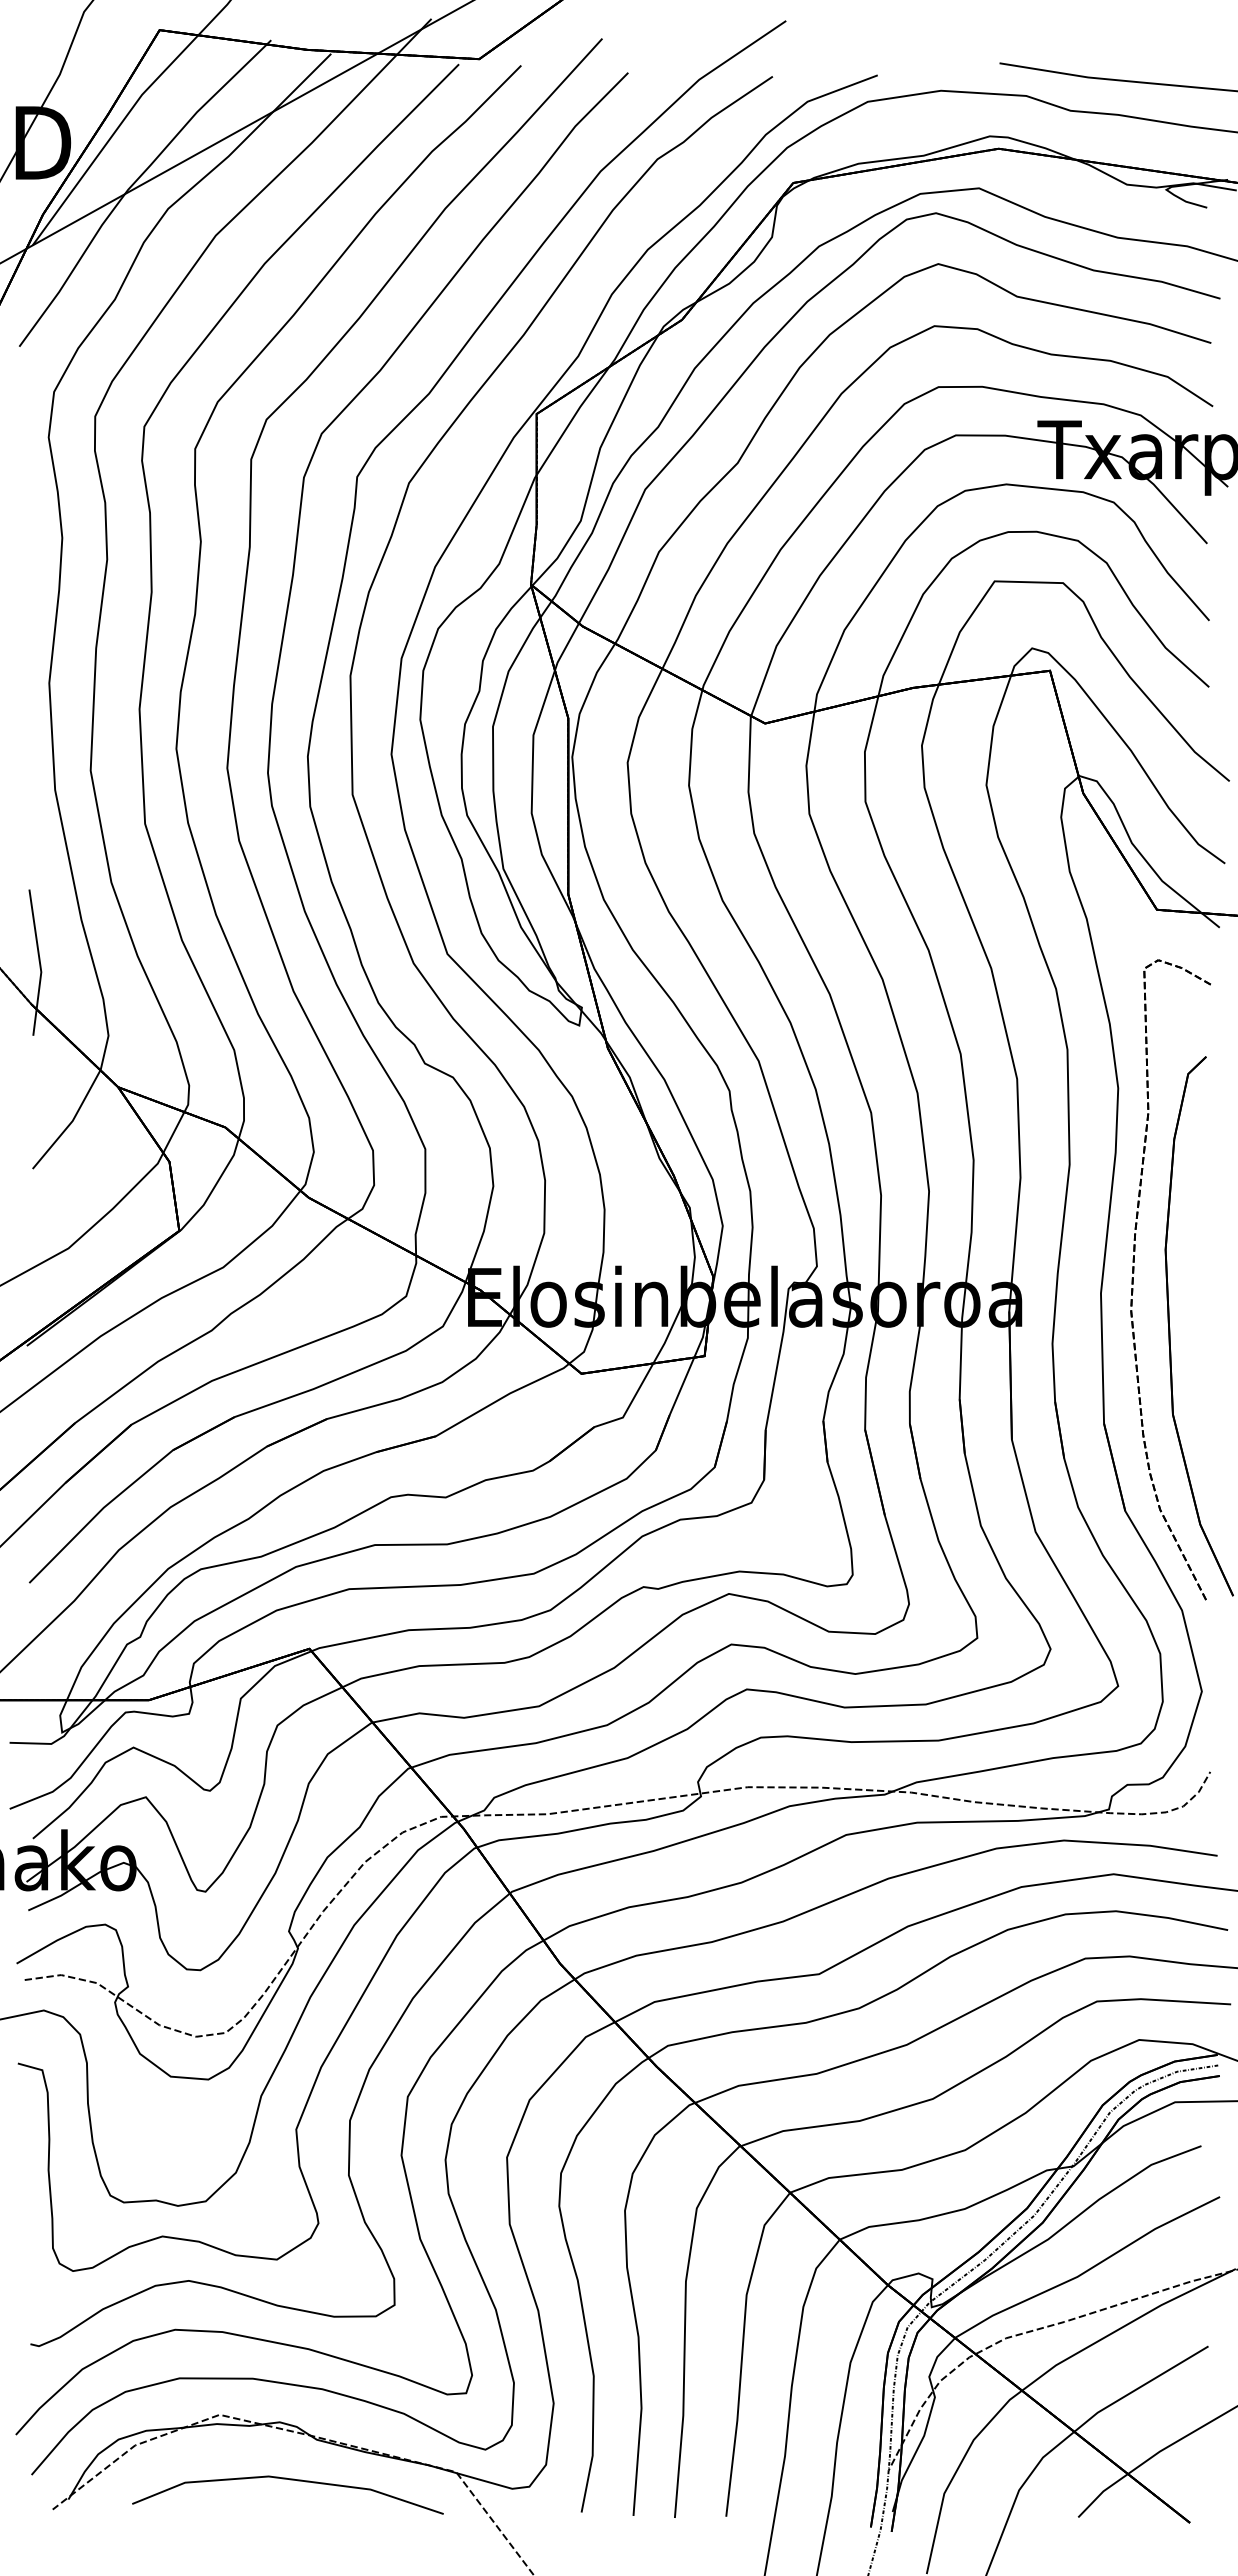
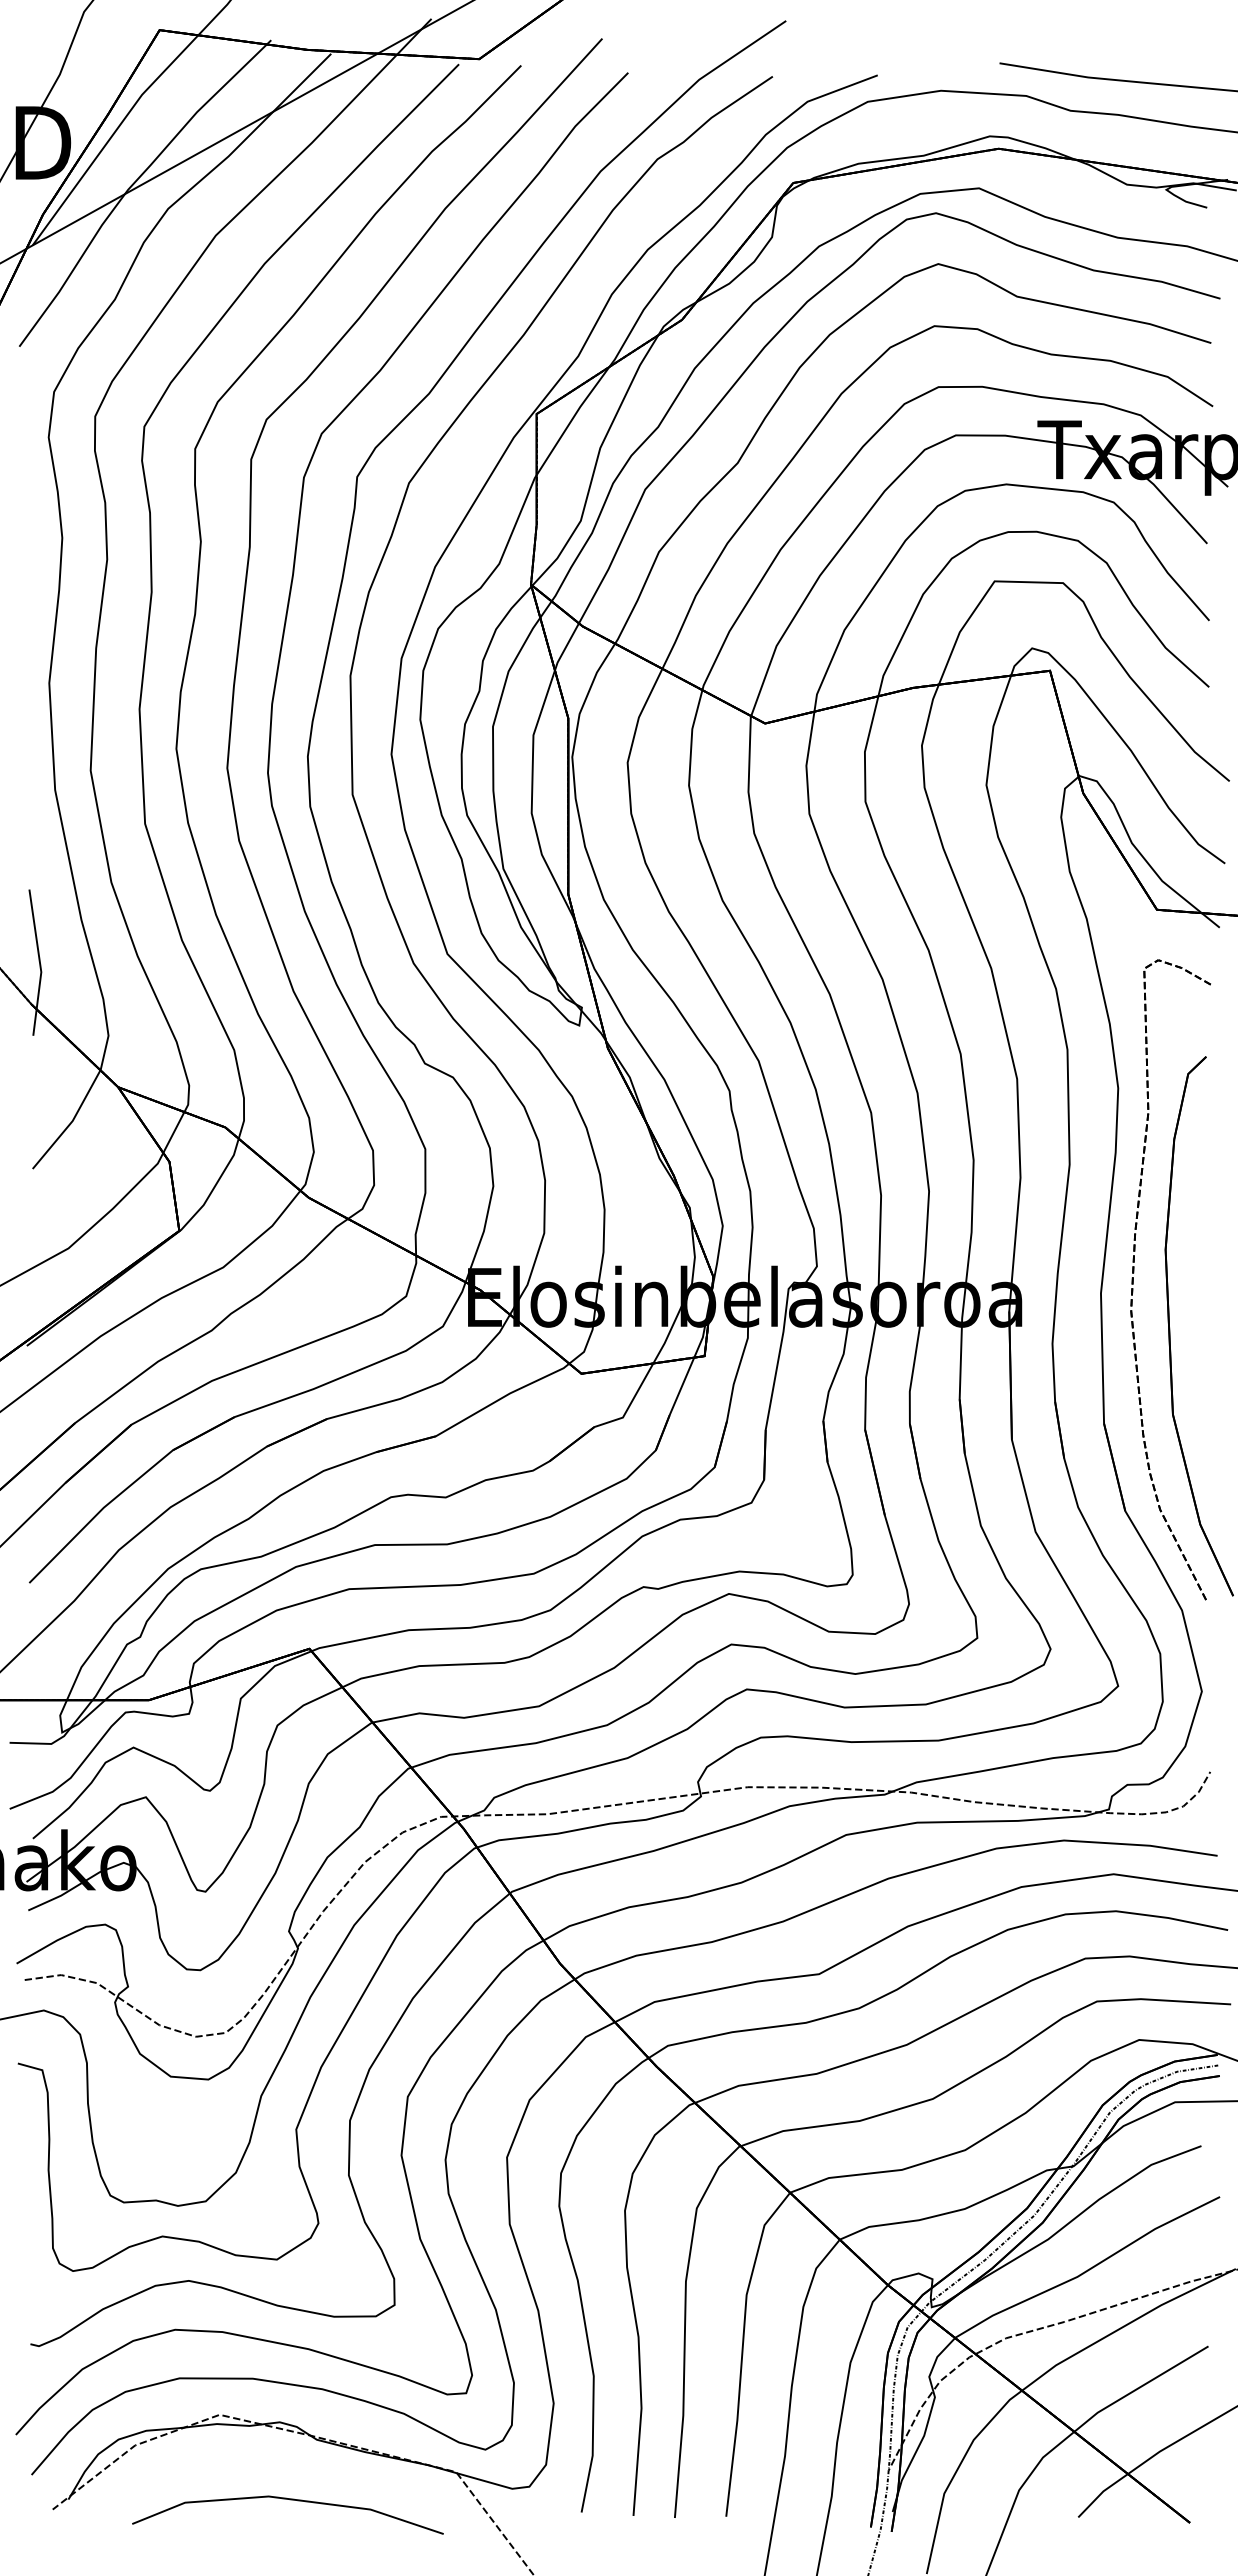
line at (289, 2480) position: (289, 2480) -> (289, 2500)
